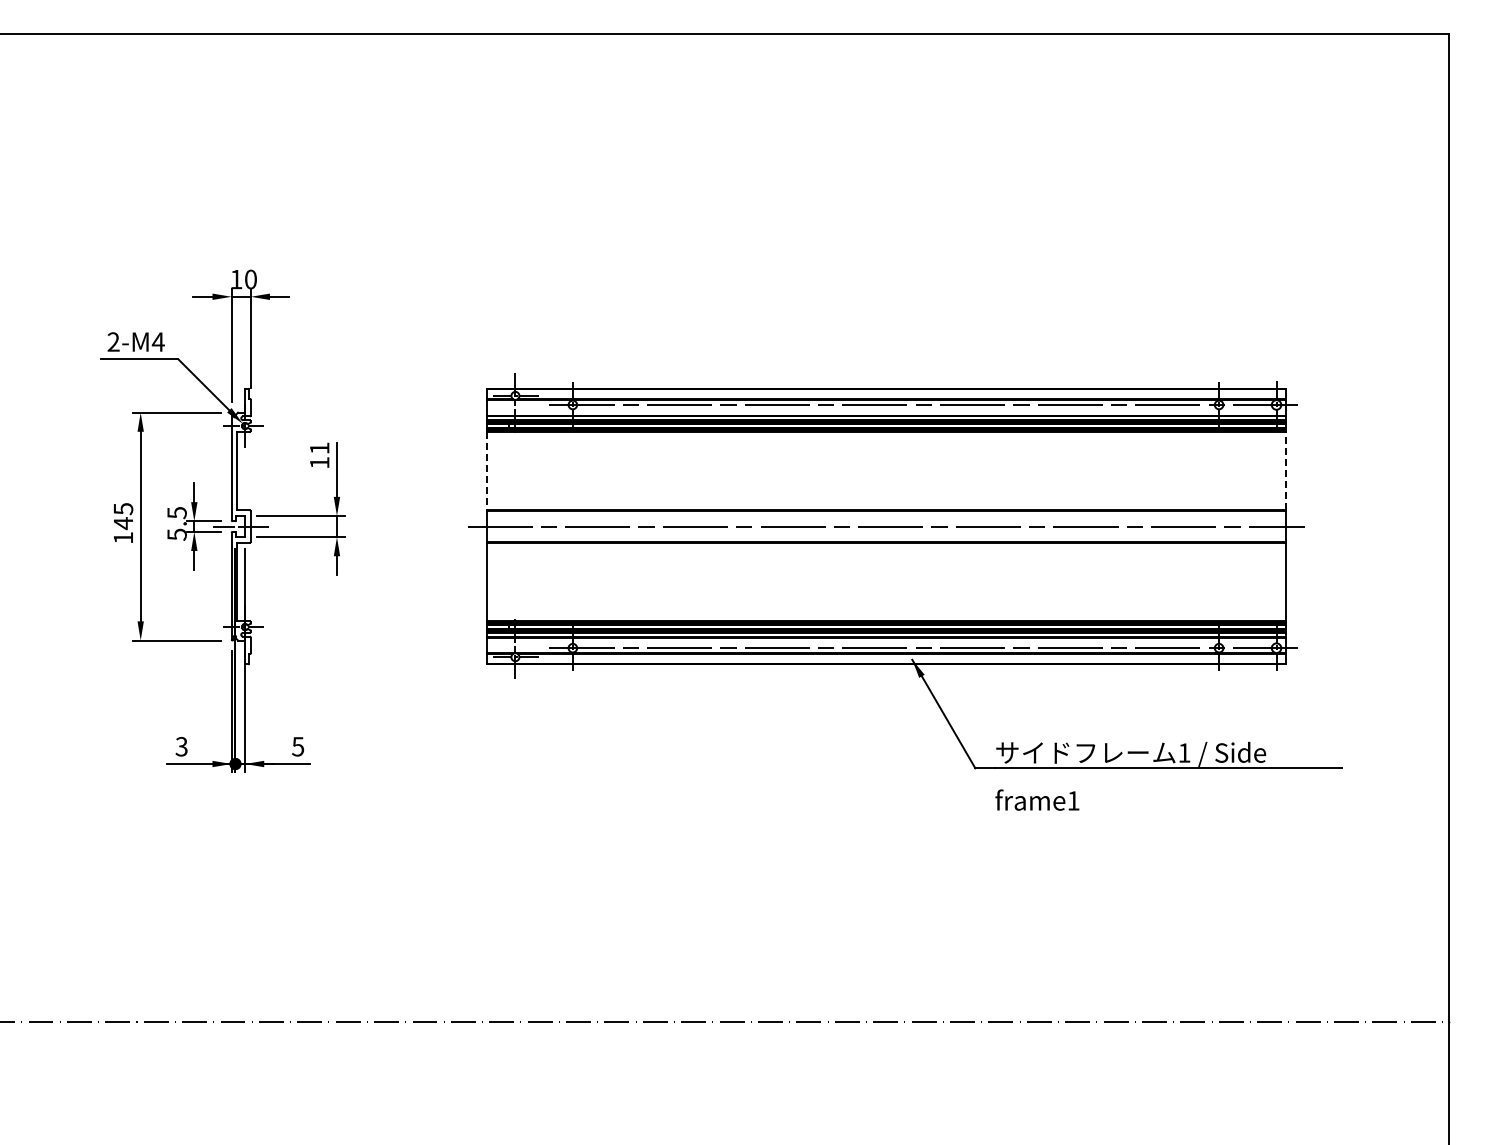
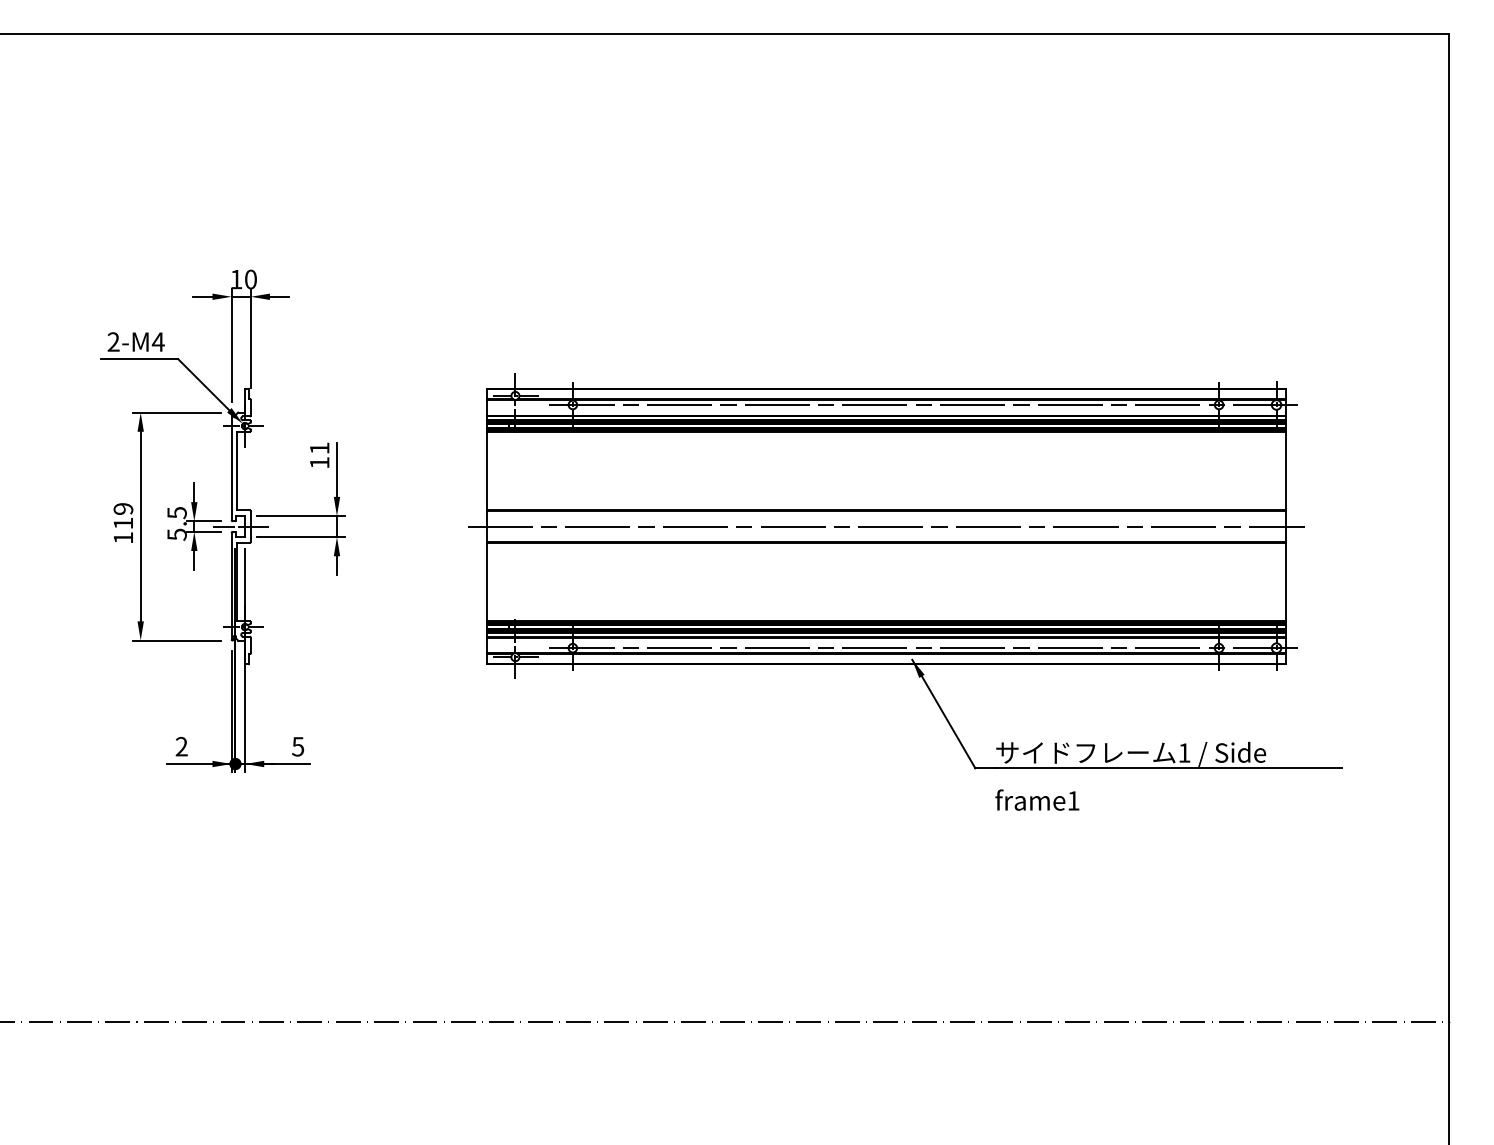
line at (1286, 470): dashed -> solid
line at (486, 471): dashed -> solid
text at (123, 516): 145 -> 119
text at (181, 746): 3 -> 2
